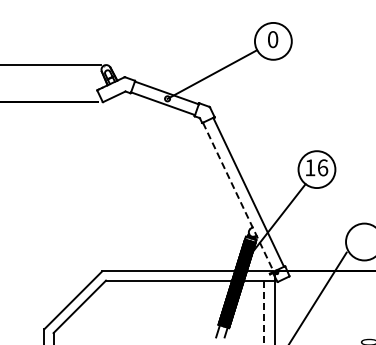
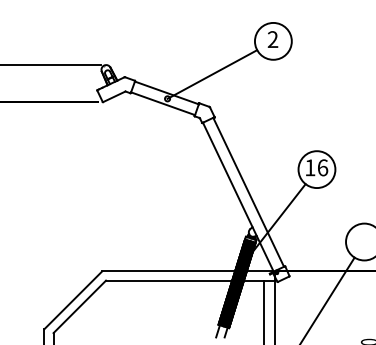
text at (272, 39): 0 -> 2
line at (238, 197): dashed -> solid
line at (318, 296) position: (318, 296) -> (327, 299)
line at (263, 312): dashed -> solid
